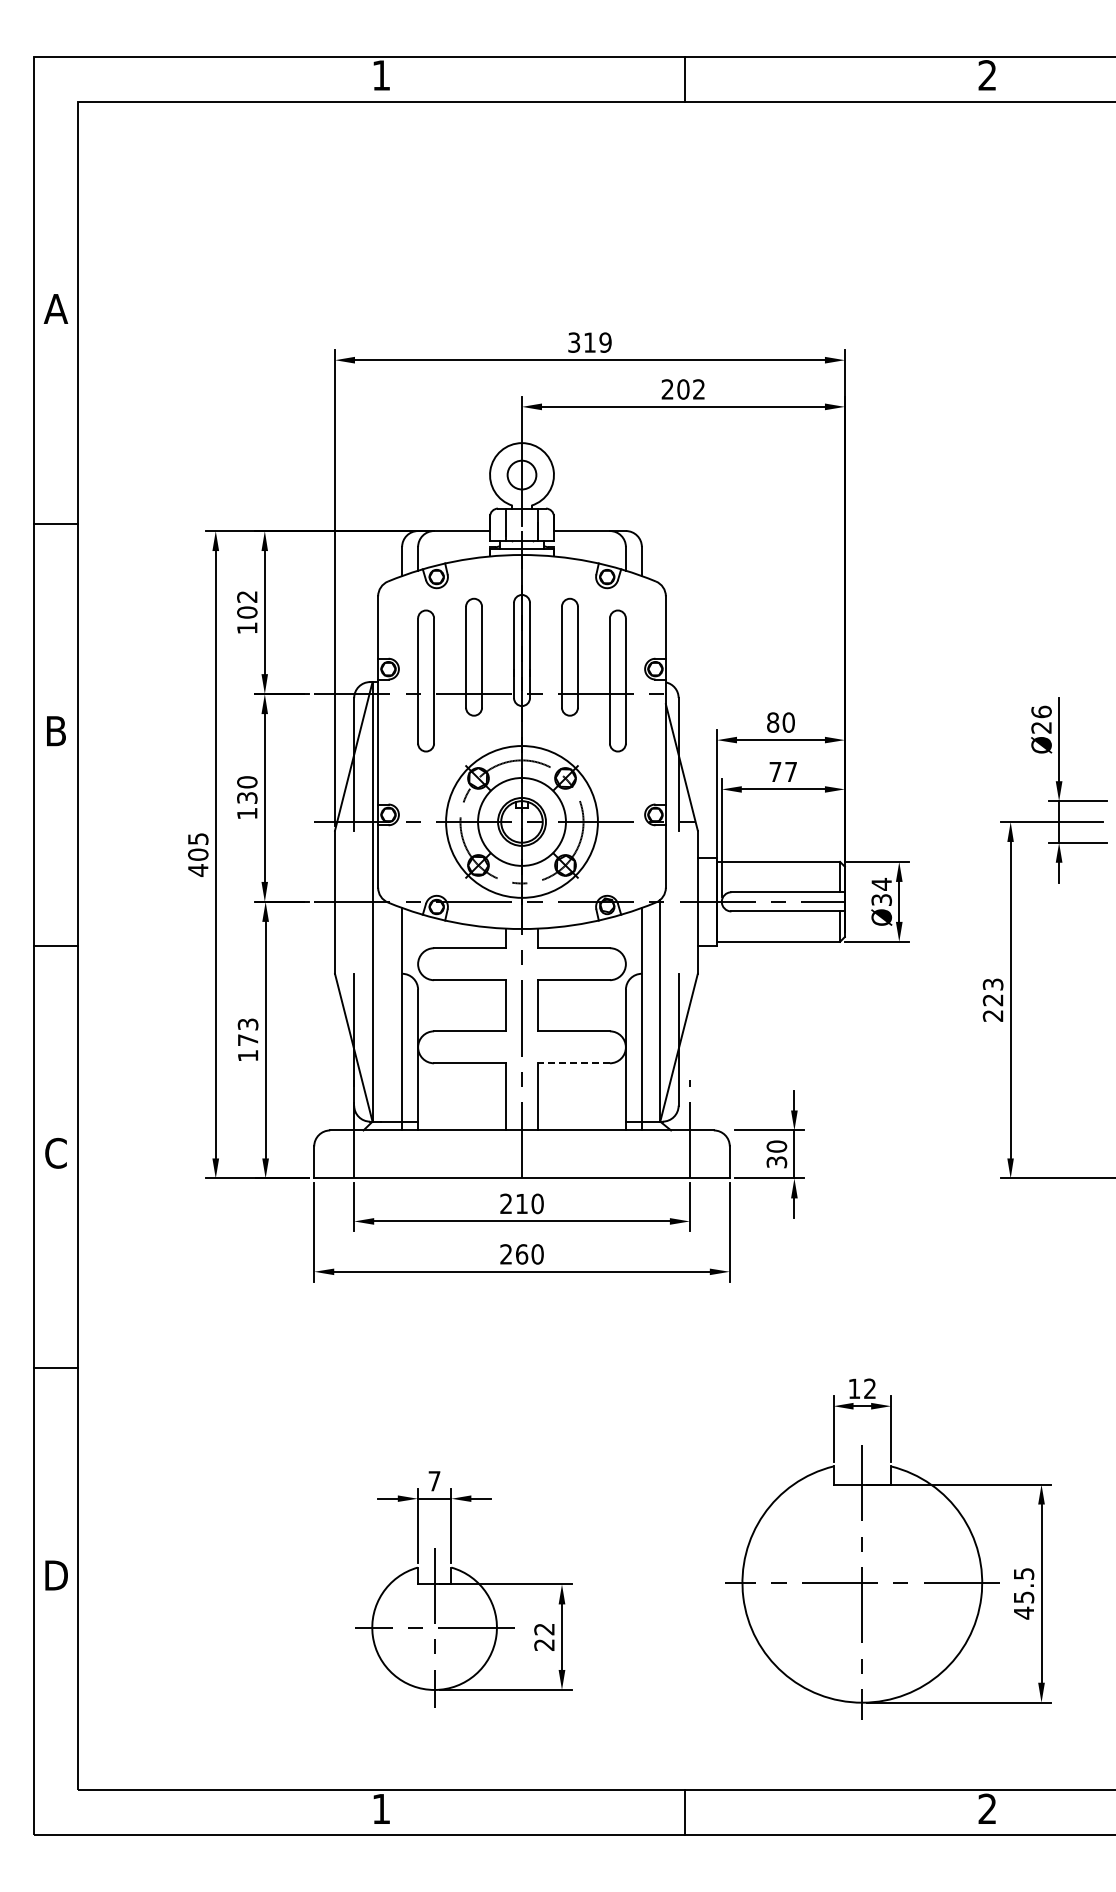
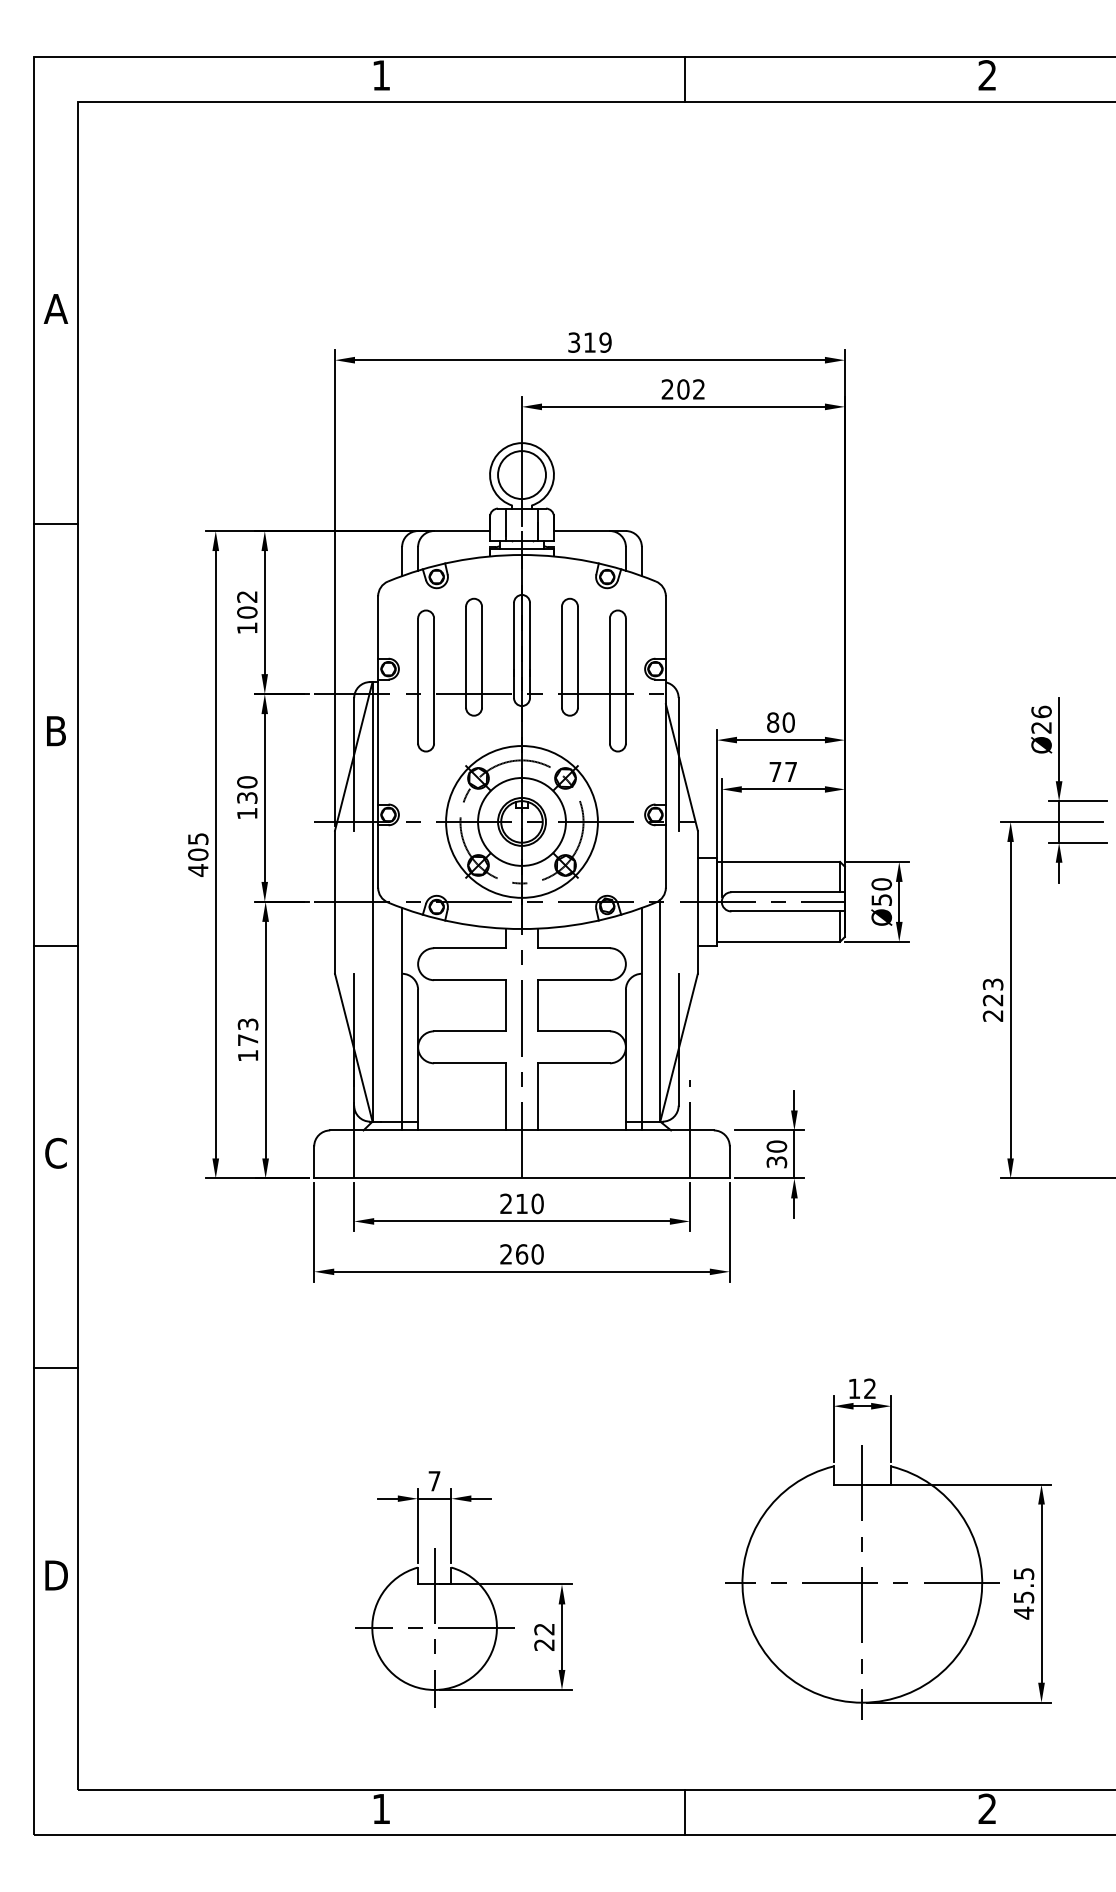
circle at (521, 474) diameter: 29 px -> 48 px
text at (881, 891): Ø34 -> Ø50
line at (573, 1063): dashed -> solid
